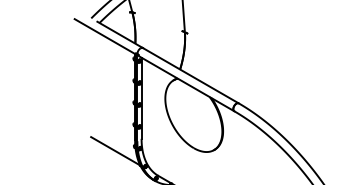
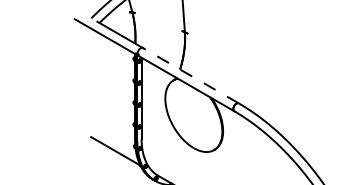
line at (190, 75): solid -> dashed
